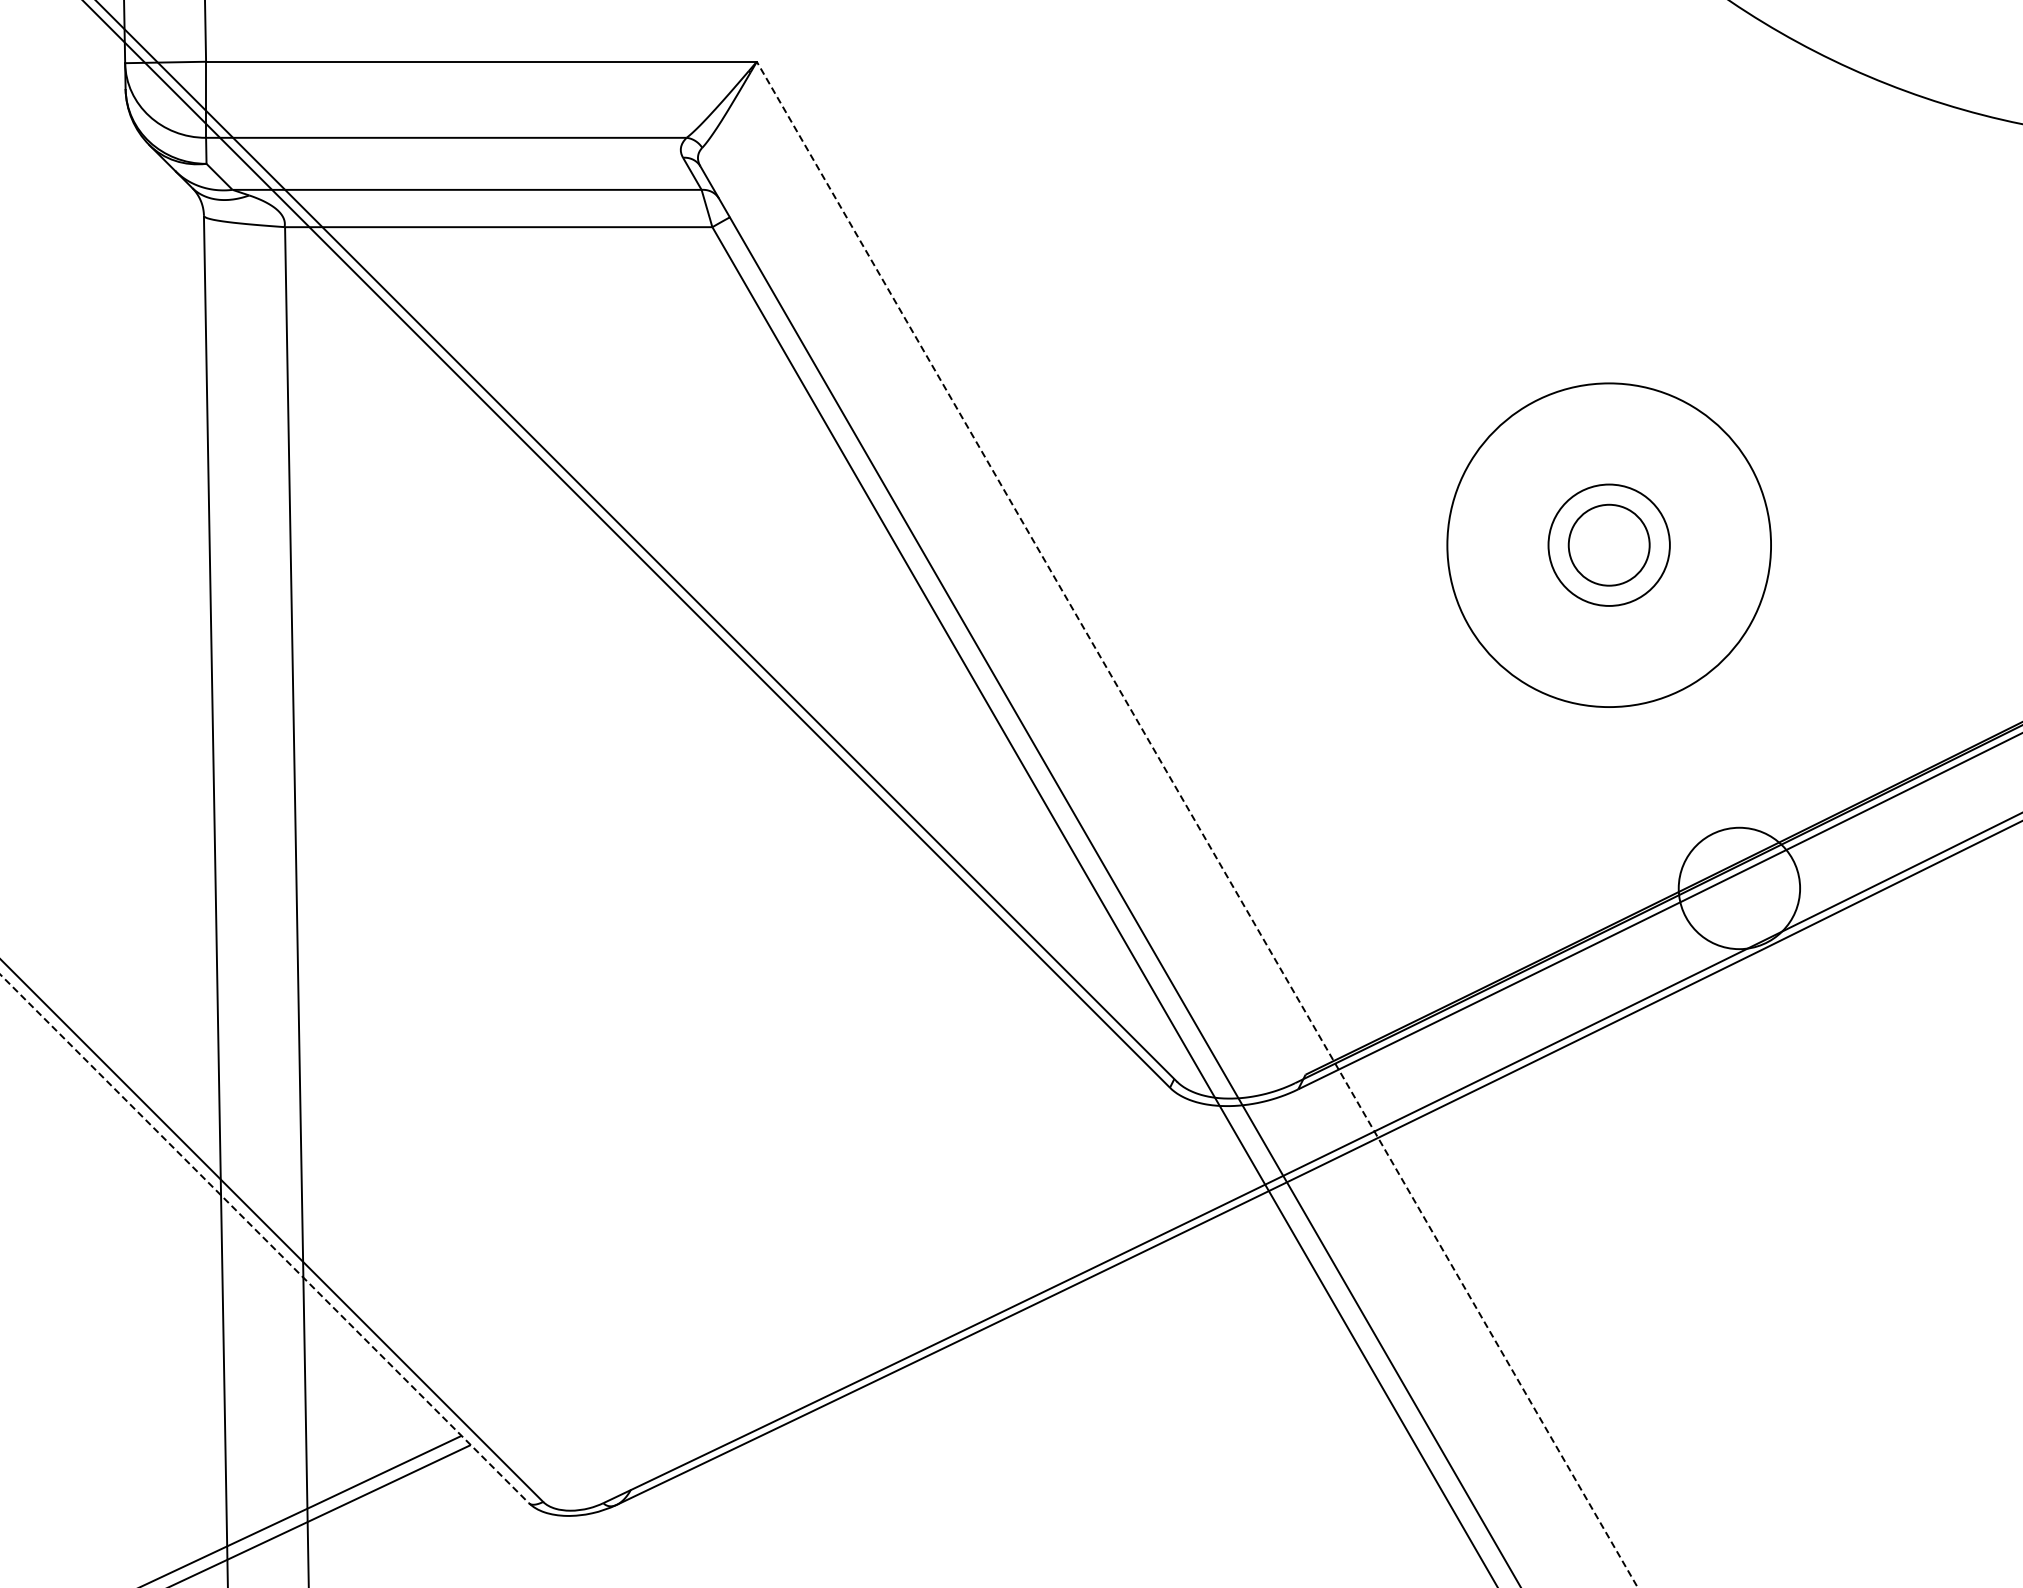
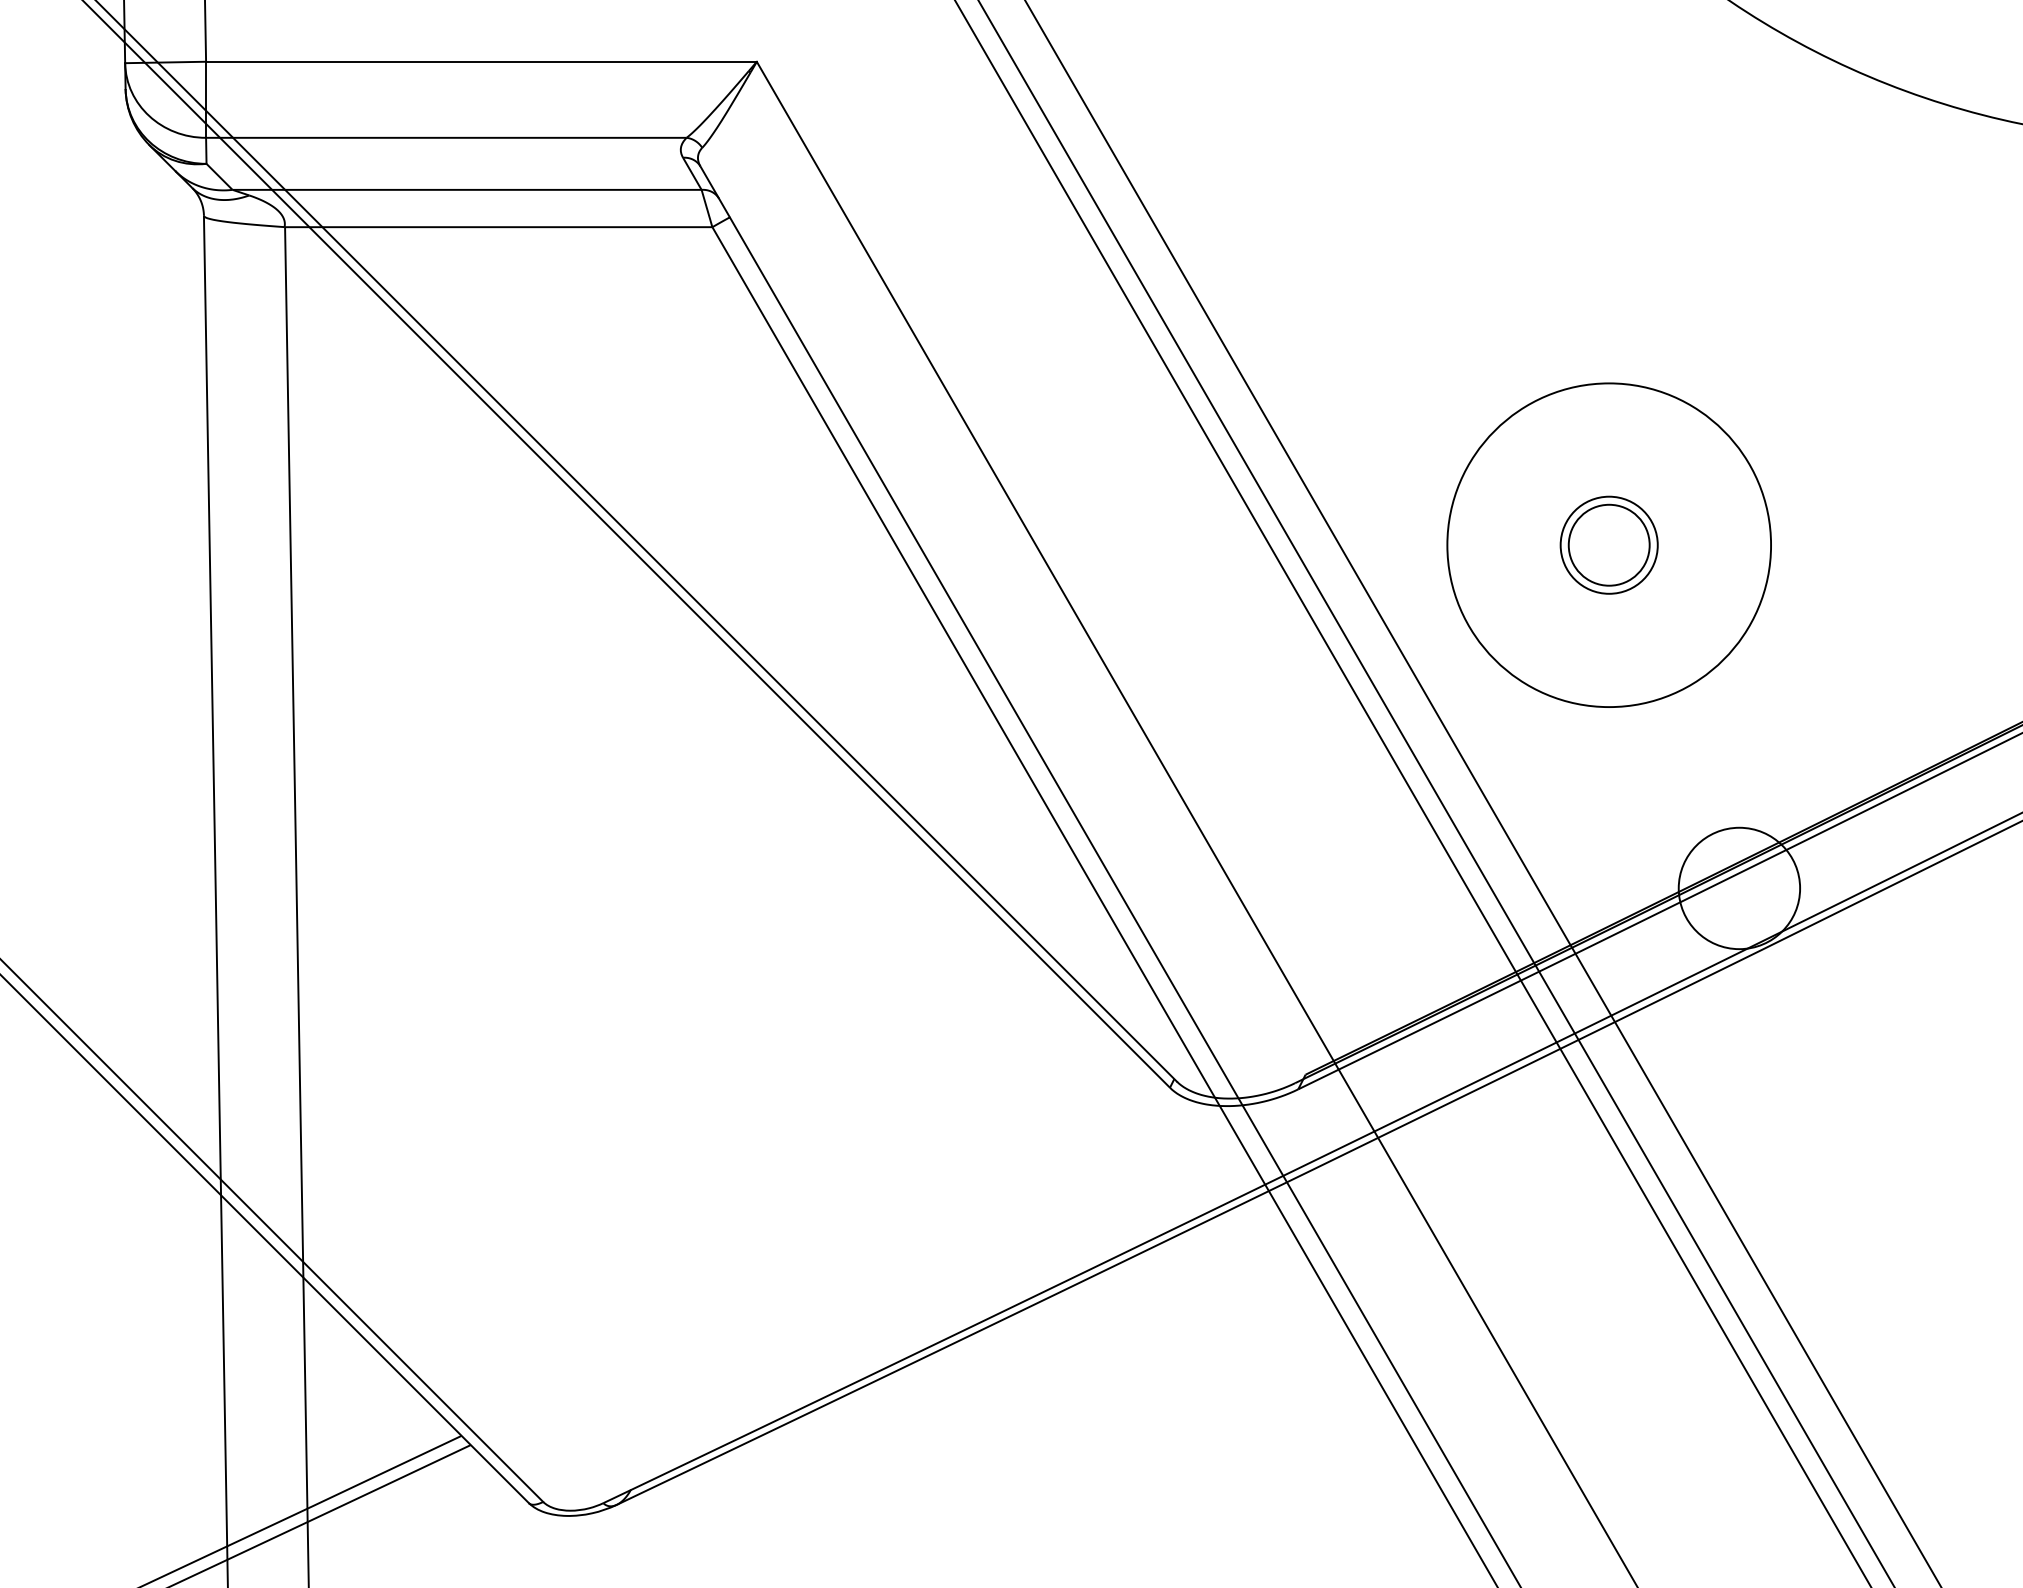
circle at (1608, 544) diameter: 121 px -> 97 px
line at (1412, 793): none -> present
line at (1435, 793): none -> present
line at (1482, 793): none -> present
line at (1197, 824): dashed -> solid
line at (264, 1238): dashed -> solid
